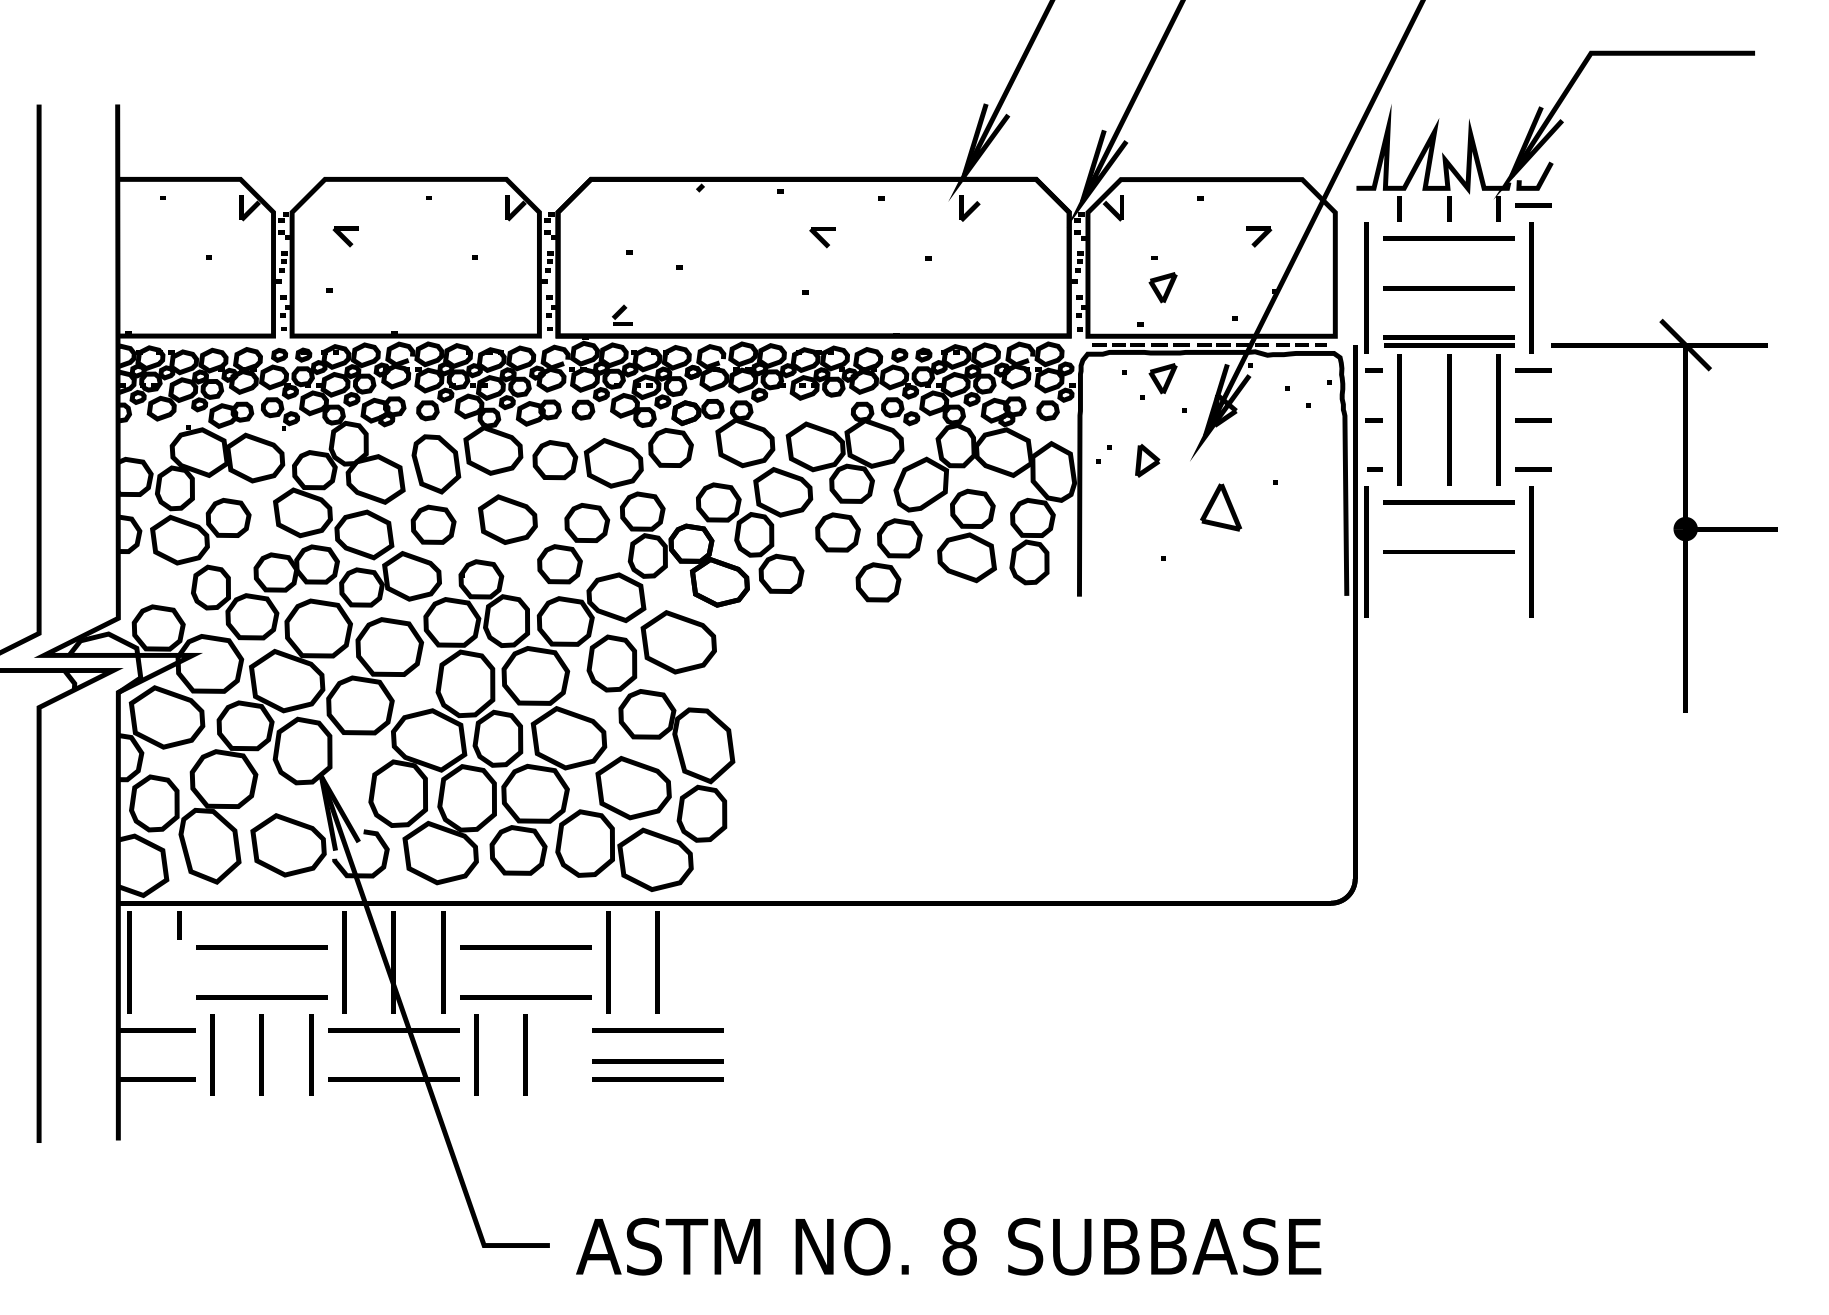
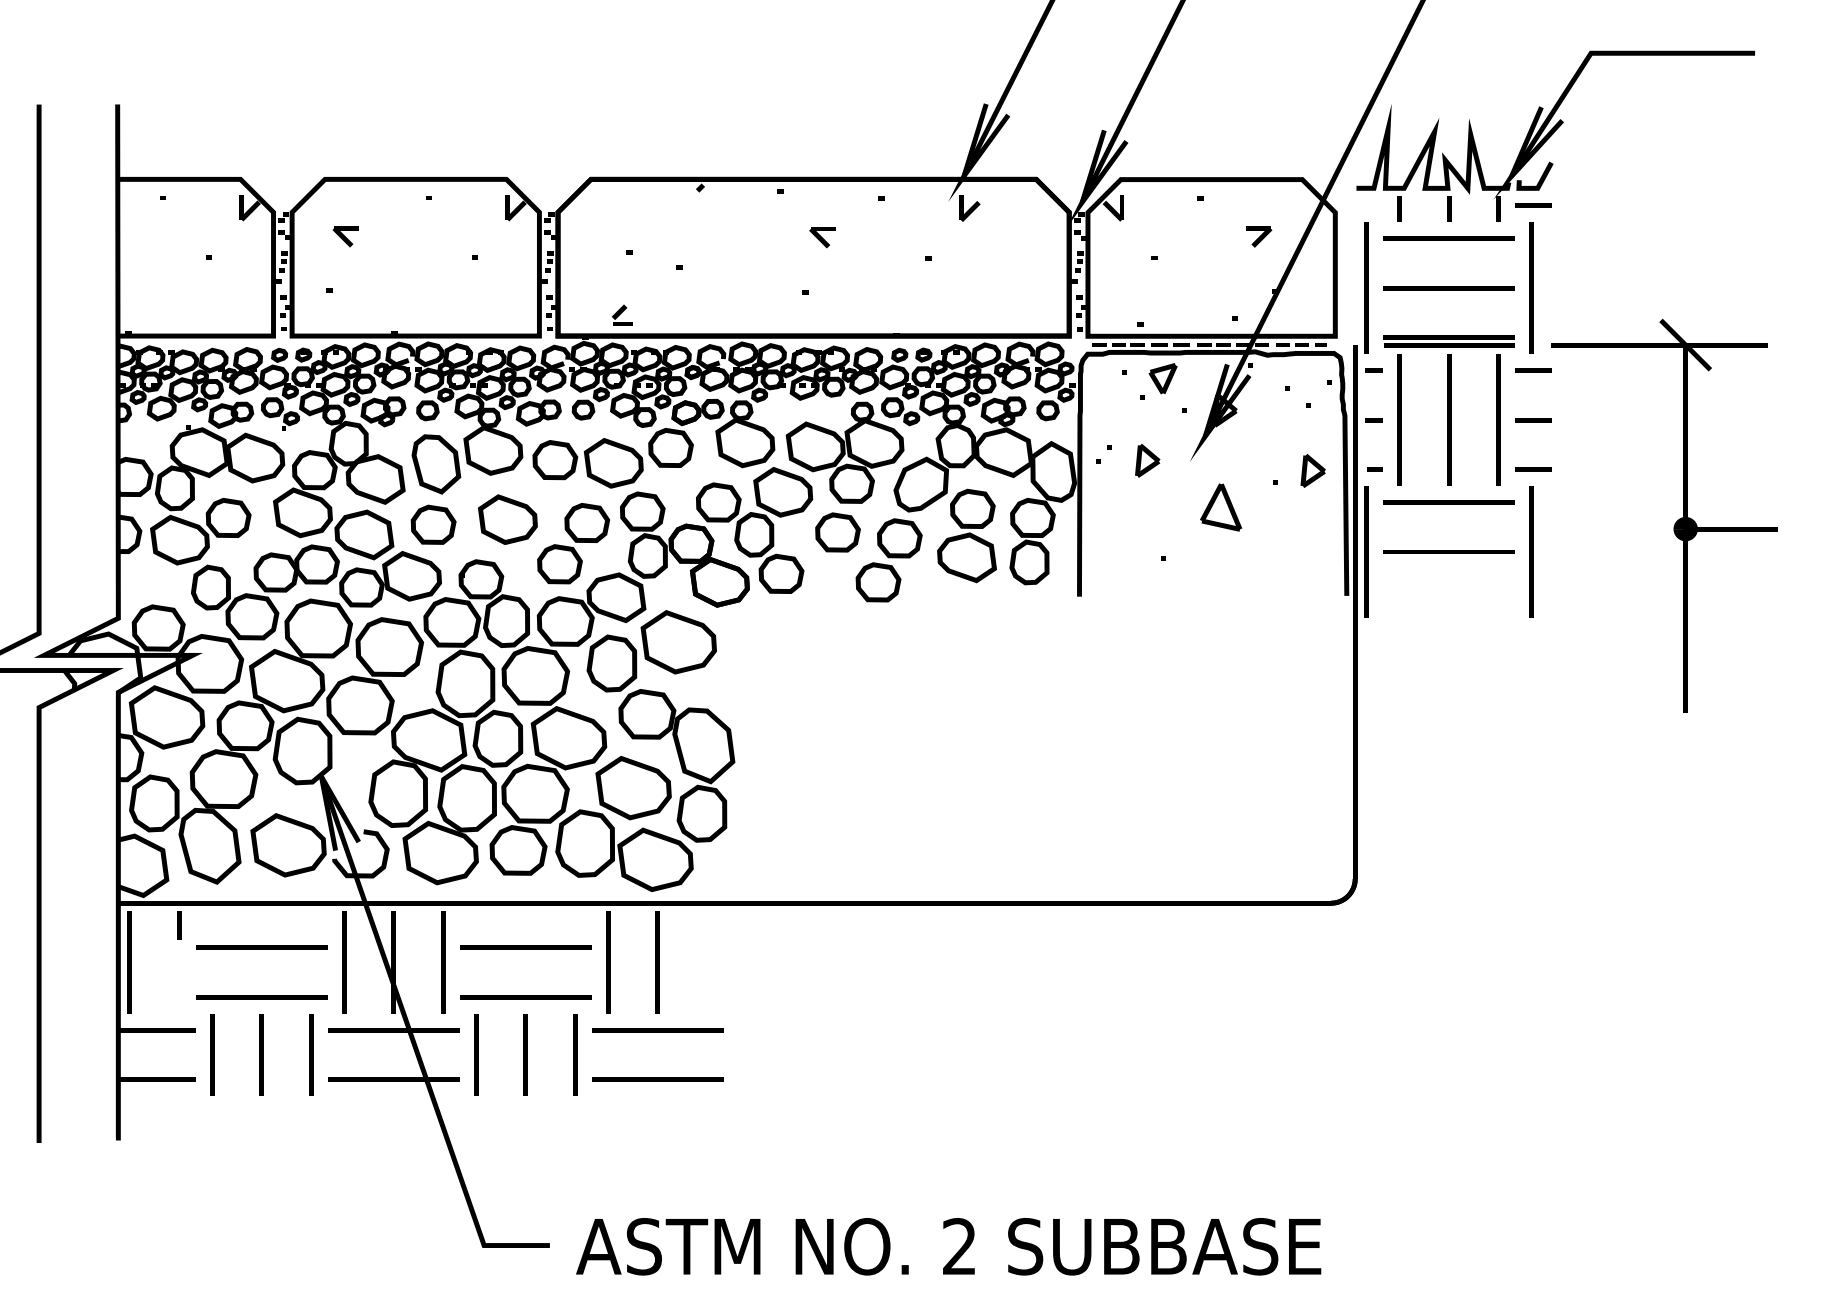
part at (1162, 287): present -> none
part at (1312, 470): none -> present
line at (575, 1054): none -> present
line at (657, 1061): present -> none
text at (959, 1246): 8 -> 2
